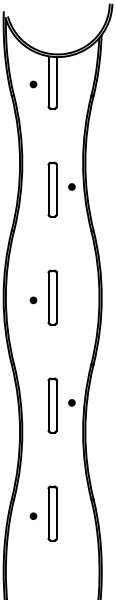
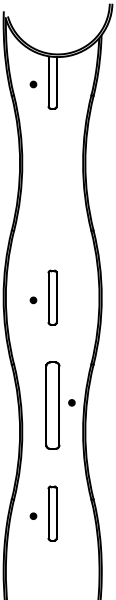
part at (71, 186): present -> none
part at (52, 189): present -> none
part at (52, 405) size: 11x57 px -> 16x89 px
